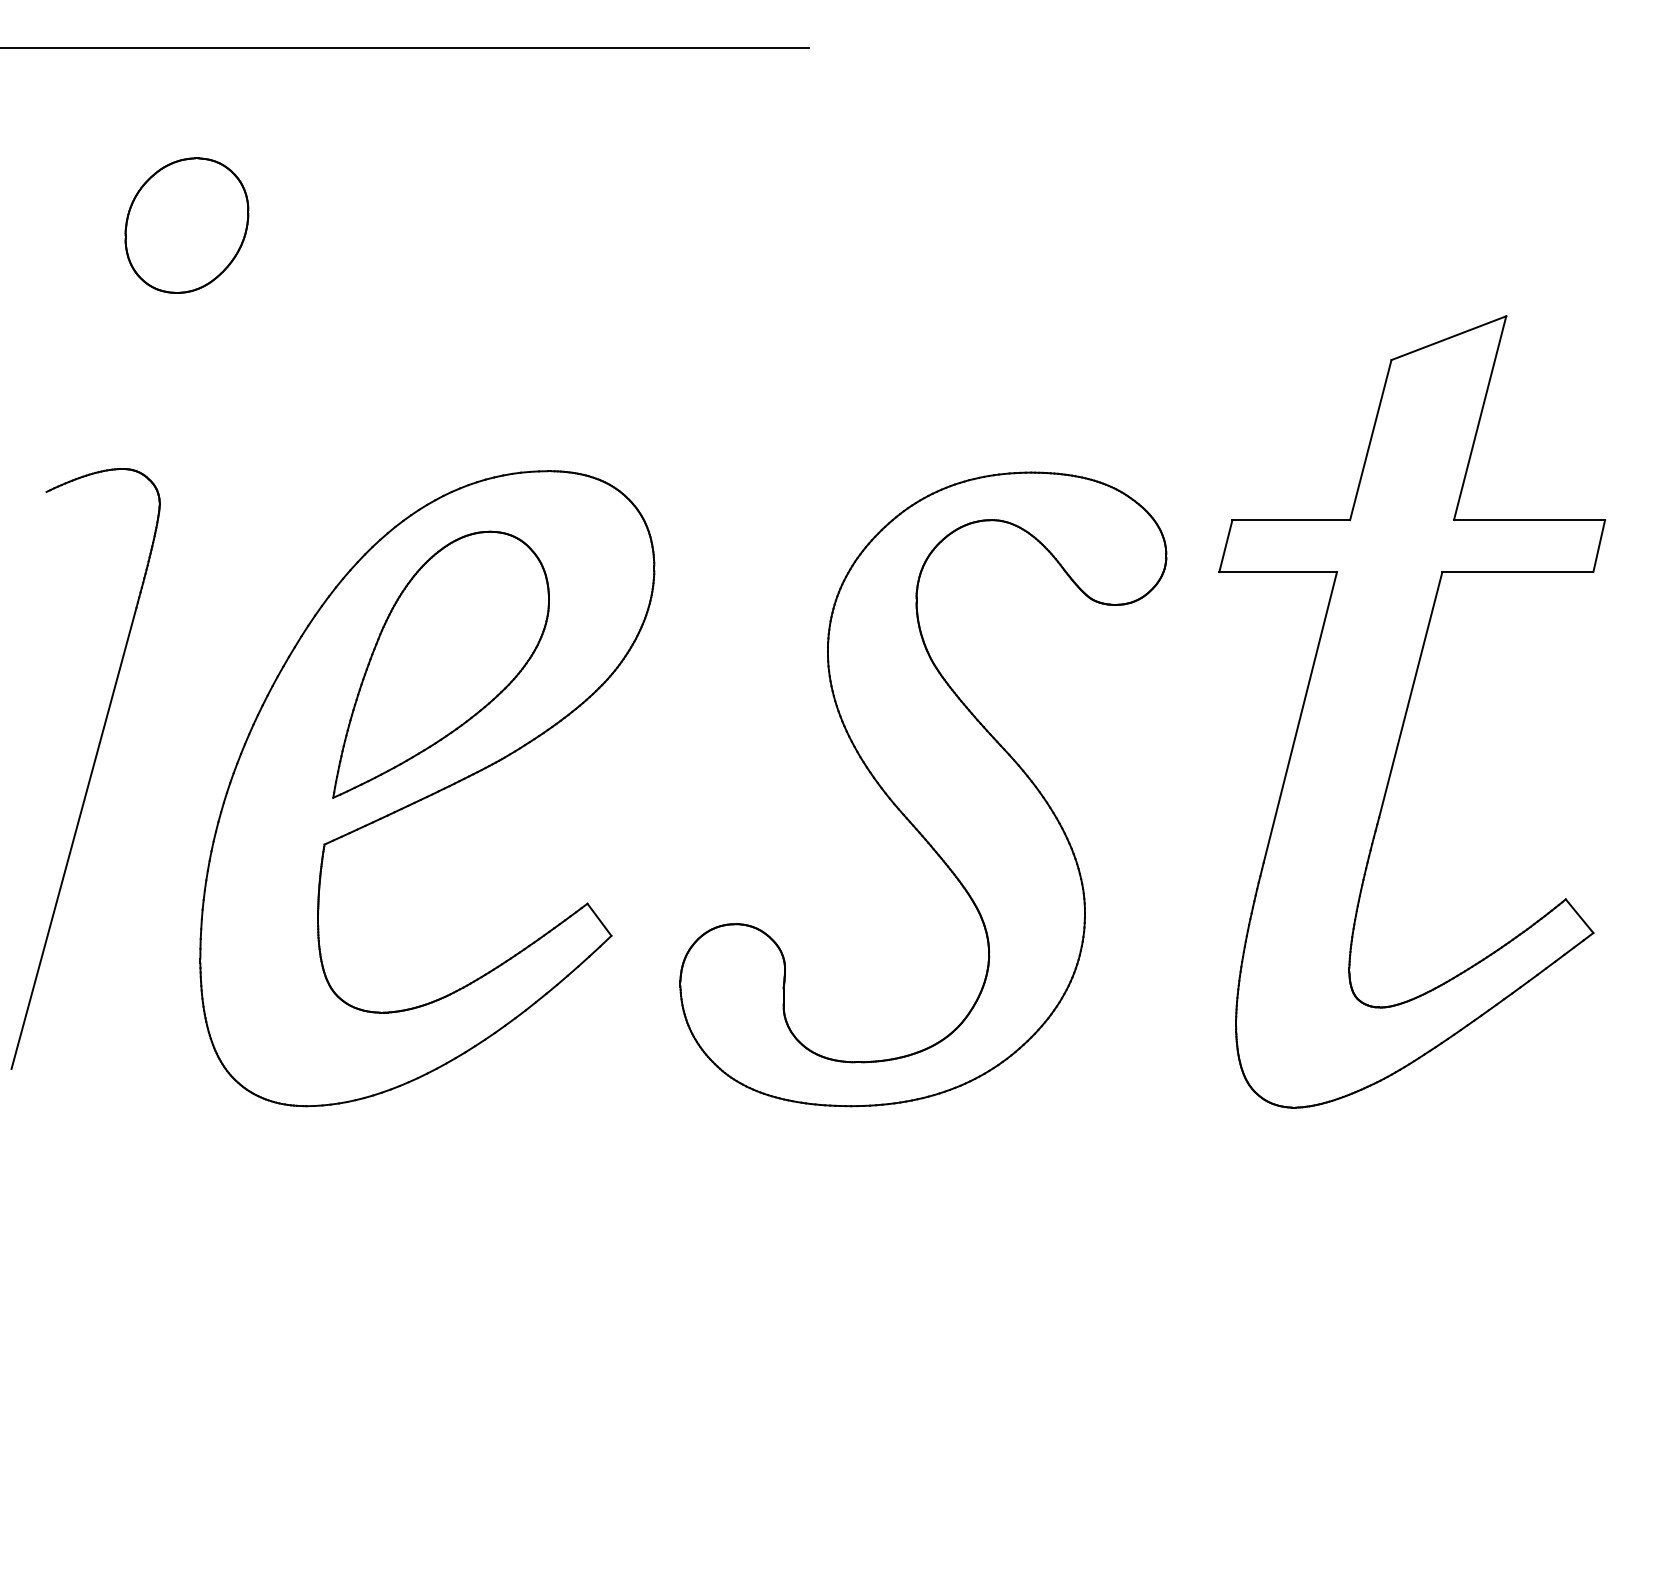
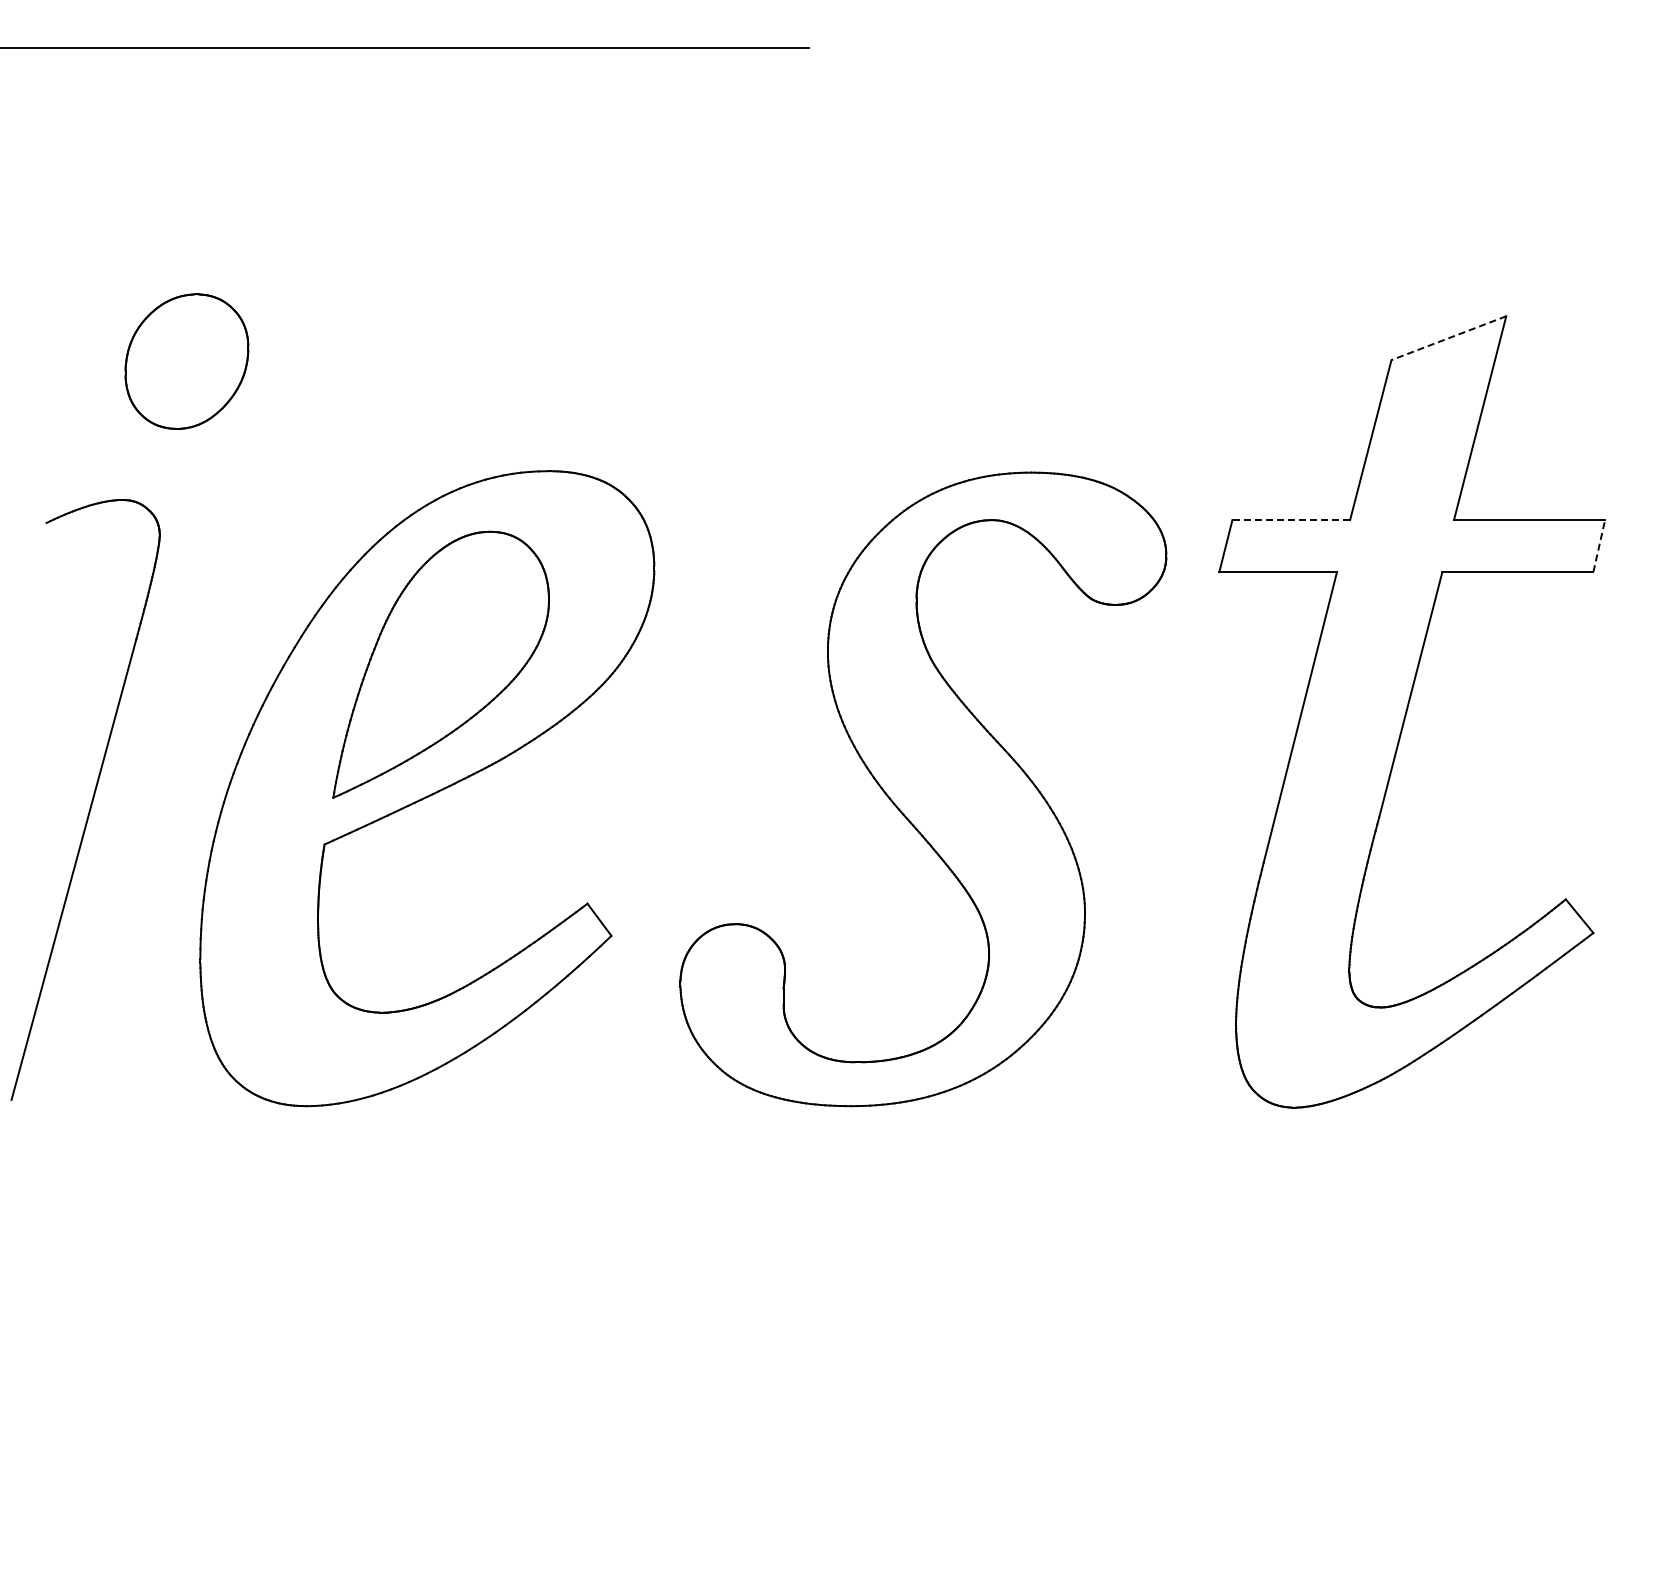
part at (186, 225) position: (186, 225) -> (186, 361)
line at (1448, 338): solid -> dashed
line at (1291, 520): solid -> dashed
line at (1599, 546): solid -> dashed
part at (91, 769) position: (91, 769) -> (91, 800)
